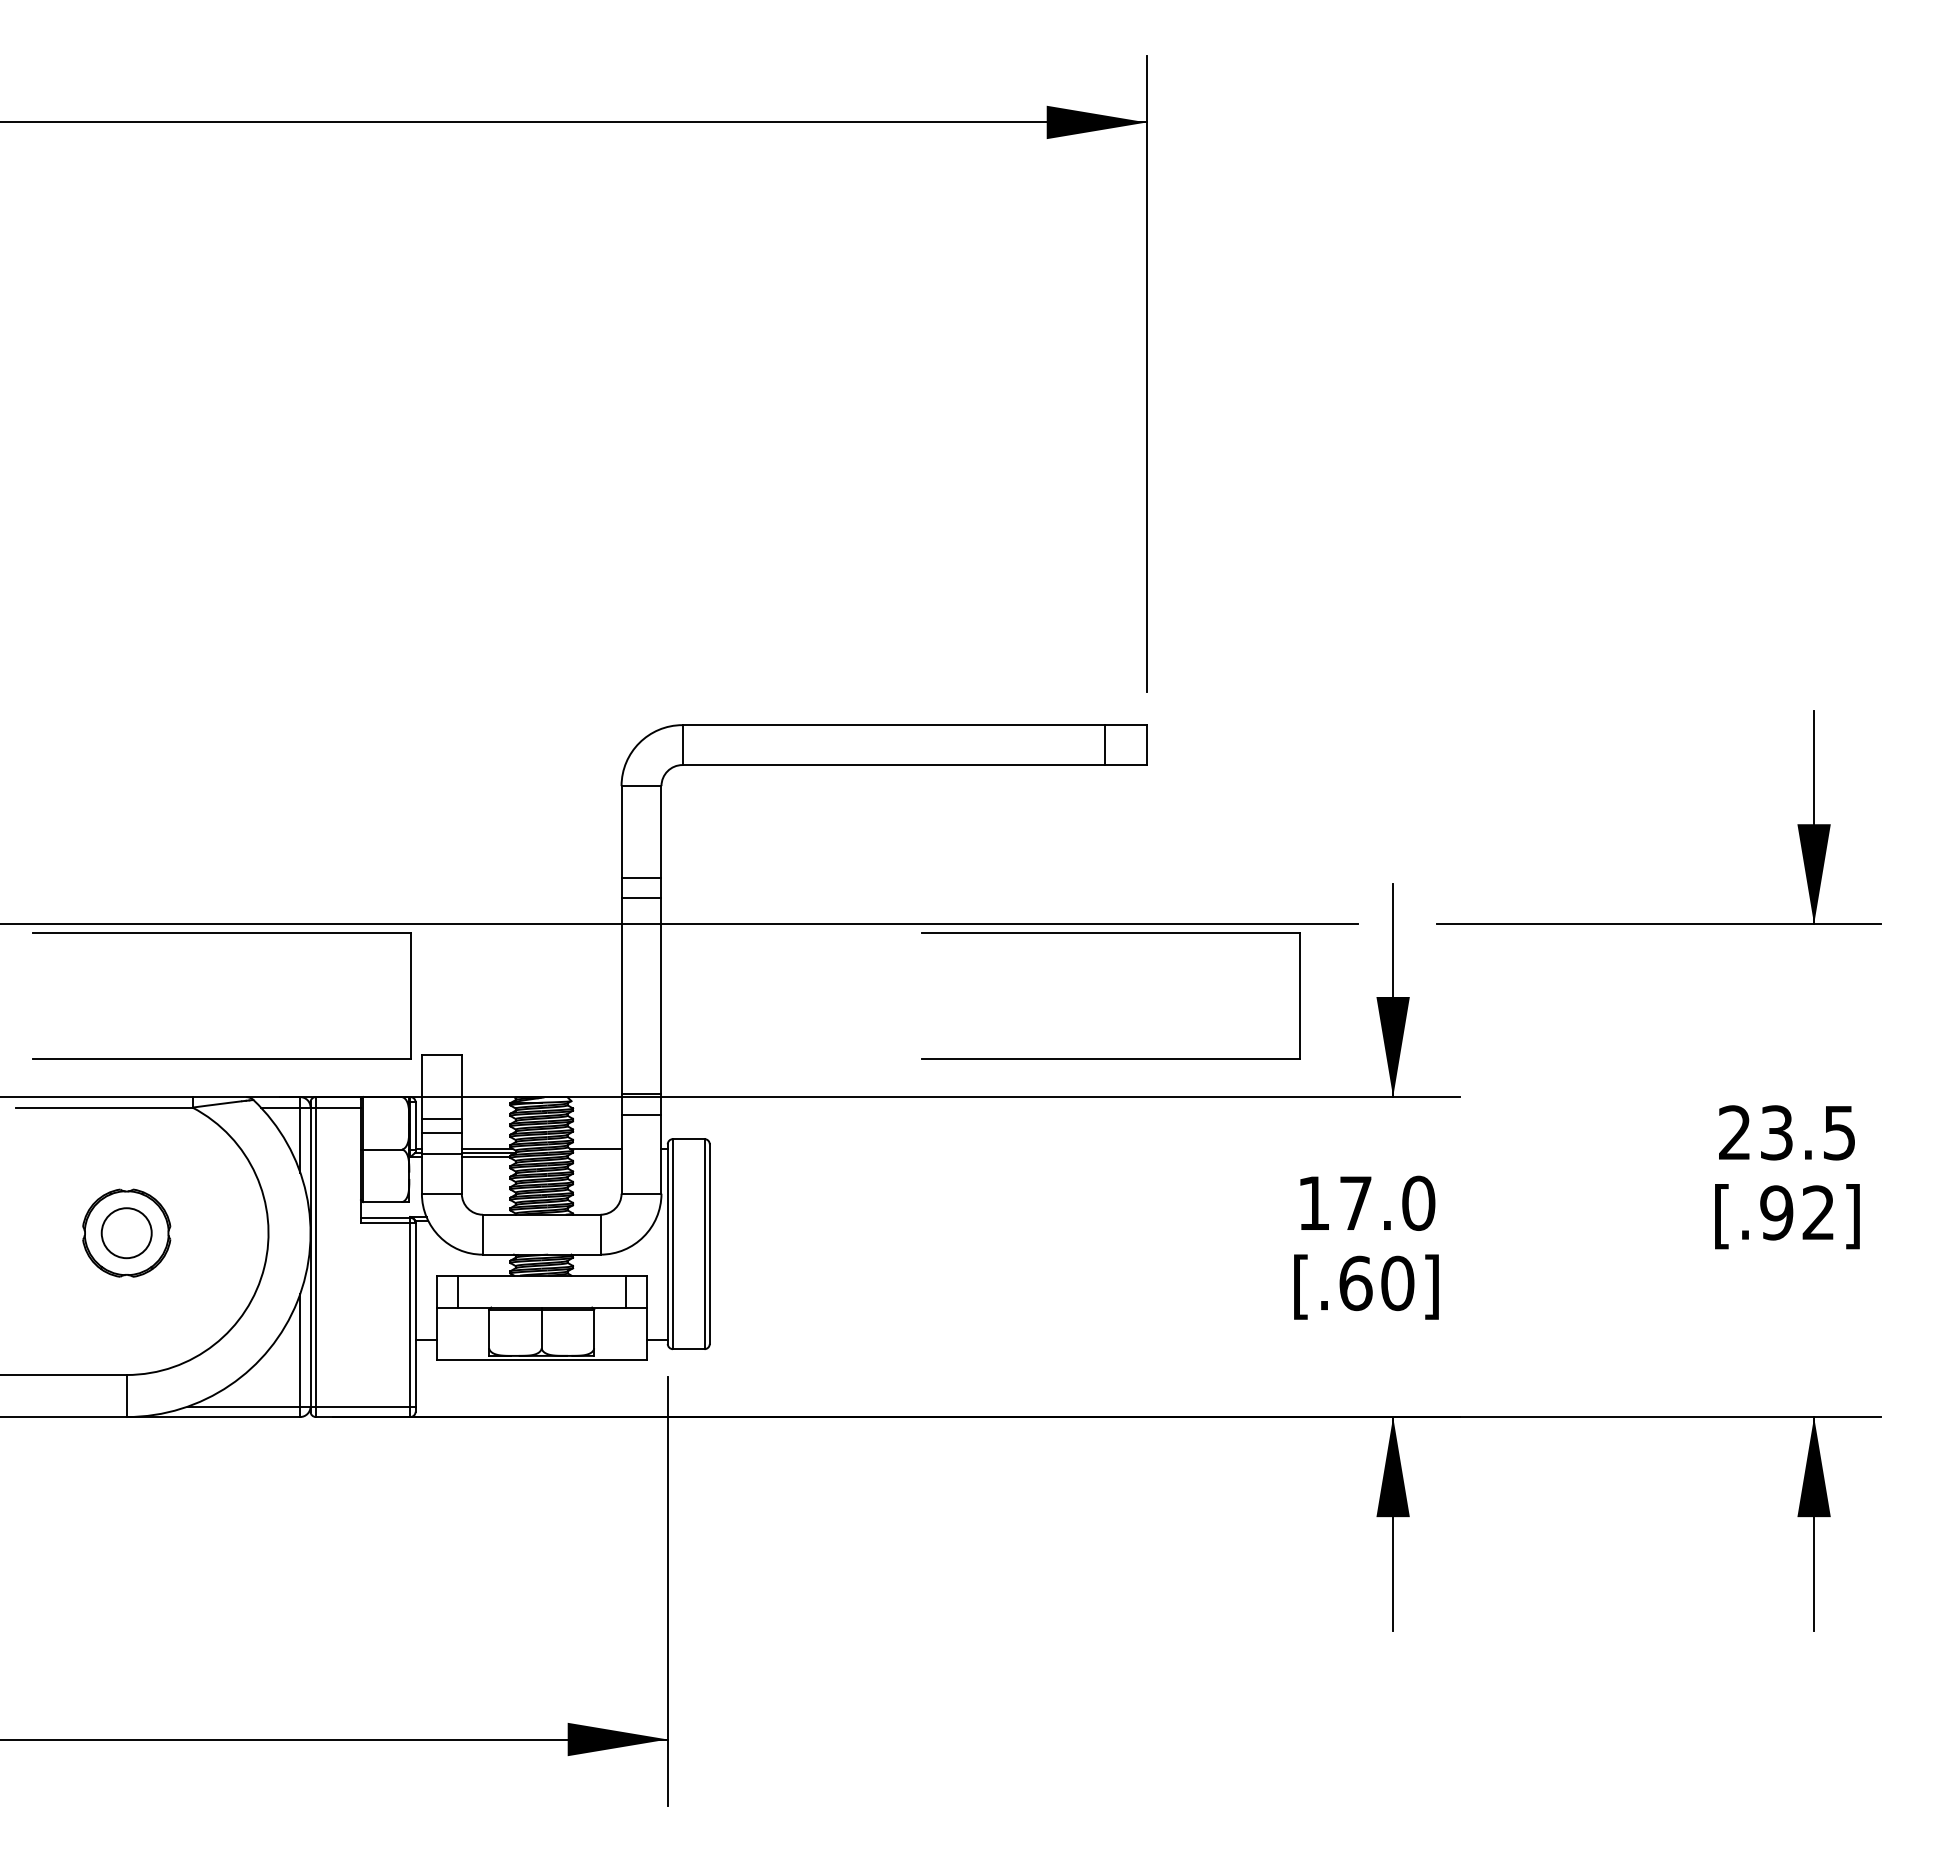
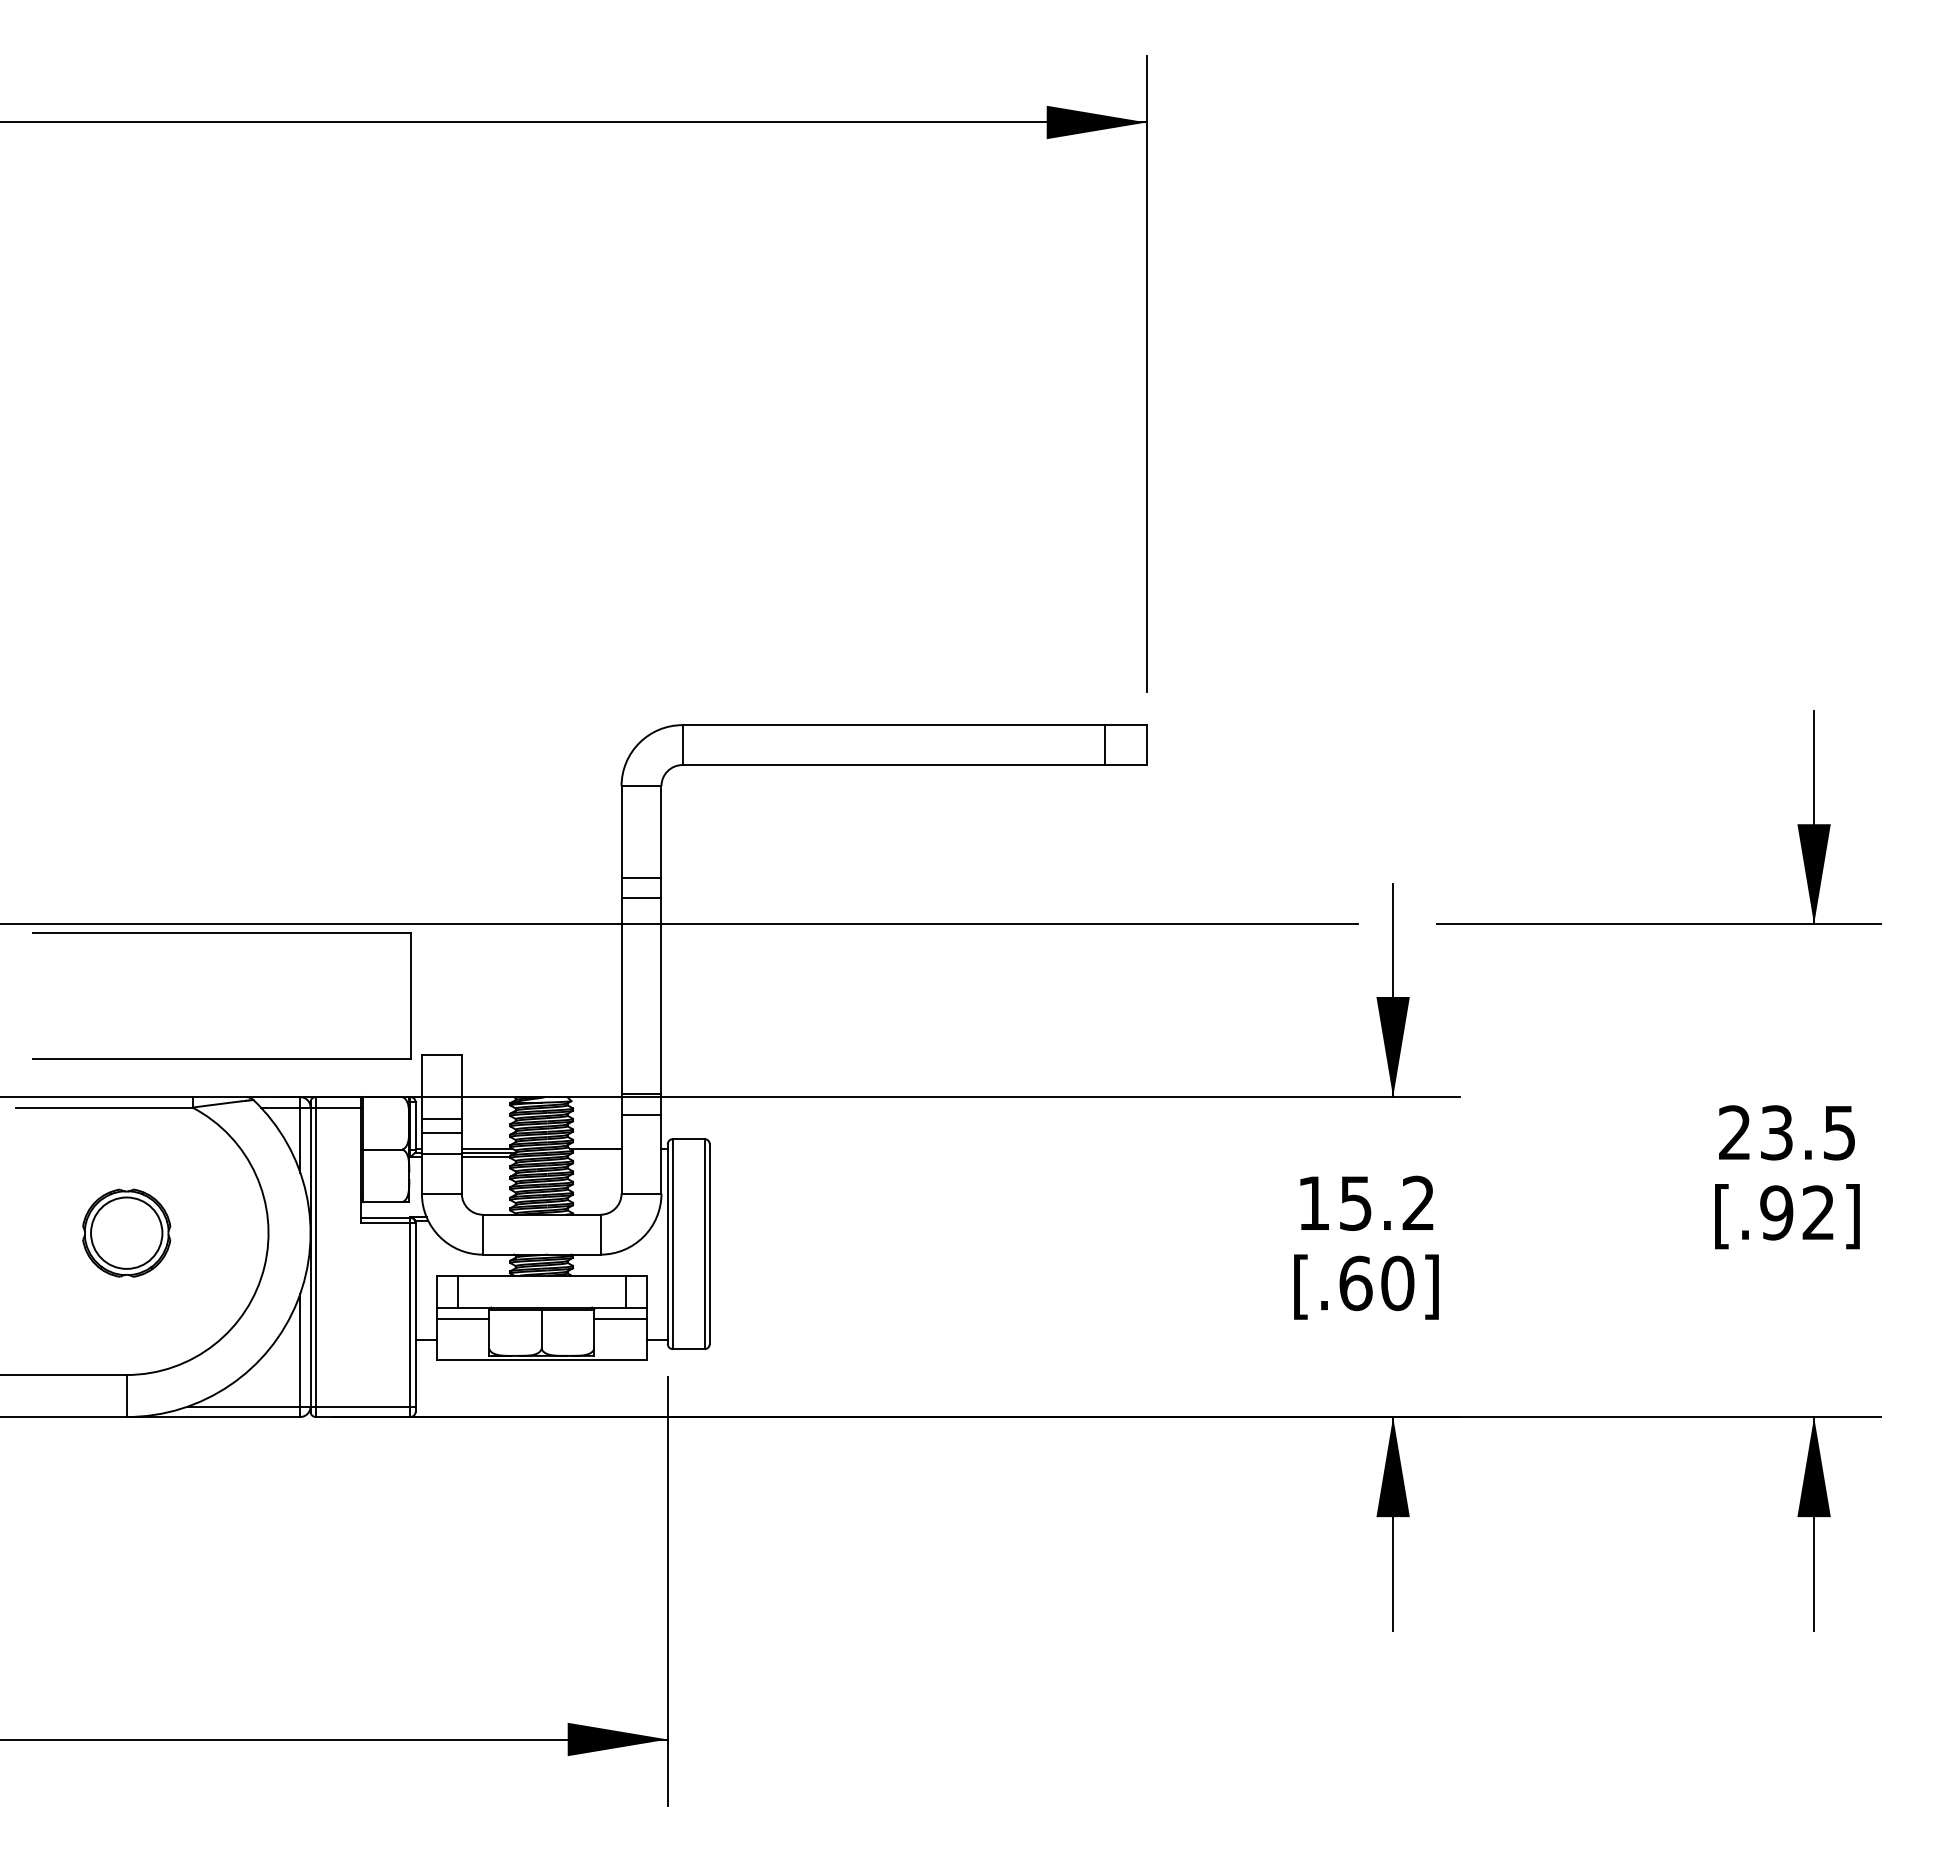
part at (1110, 933): present -> none
text at (1387, 1202): 17.0 -> 15.2
circle at (126, 1233) diameter: 50 px -> 71 px
line at (462, 1318): none -> present
line at (620, 1318): none -> present
